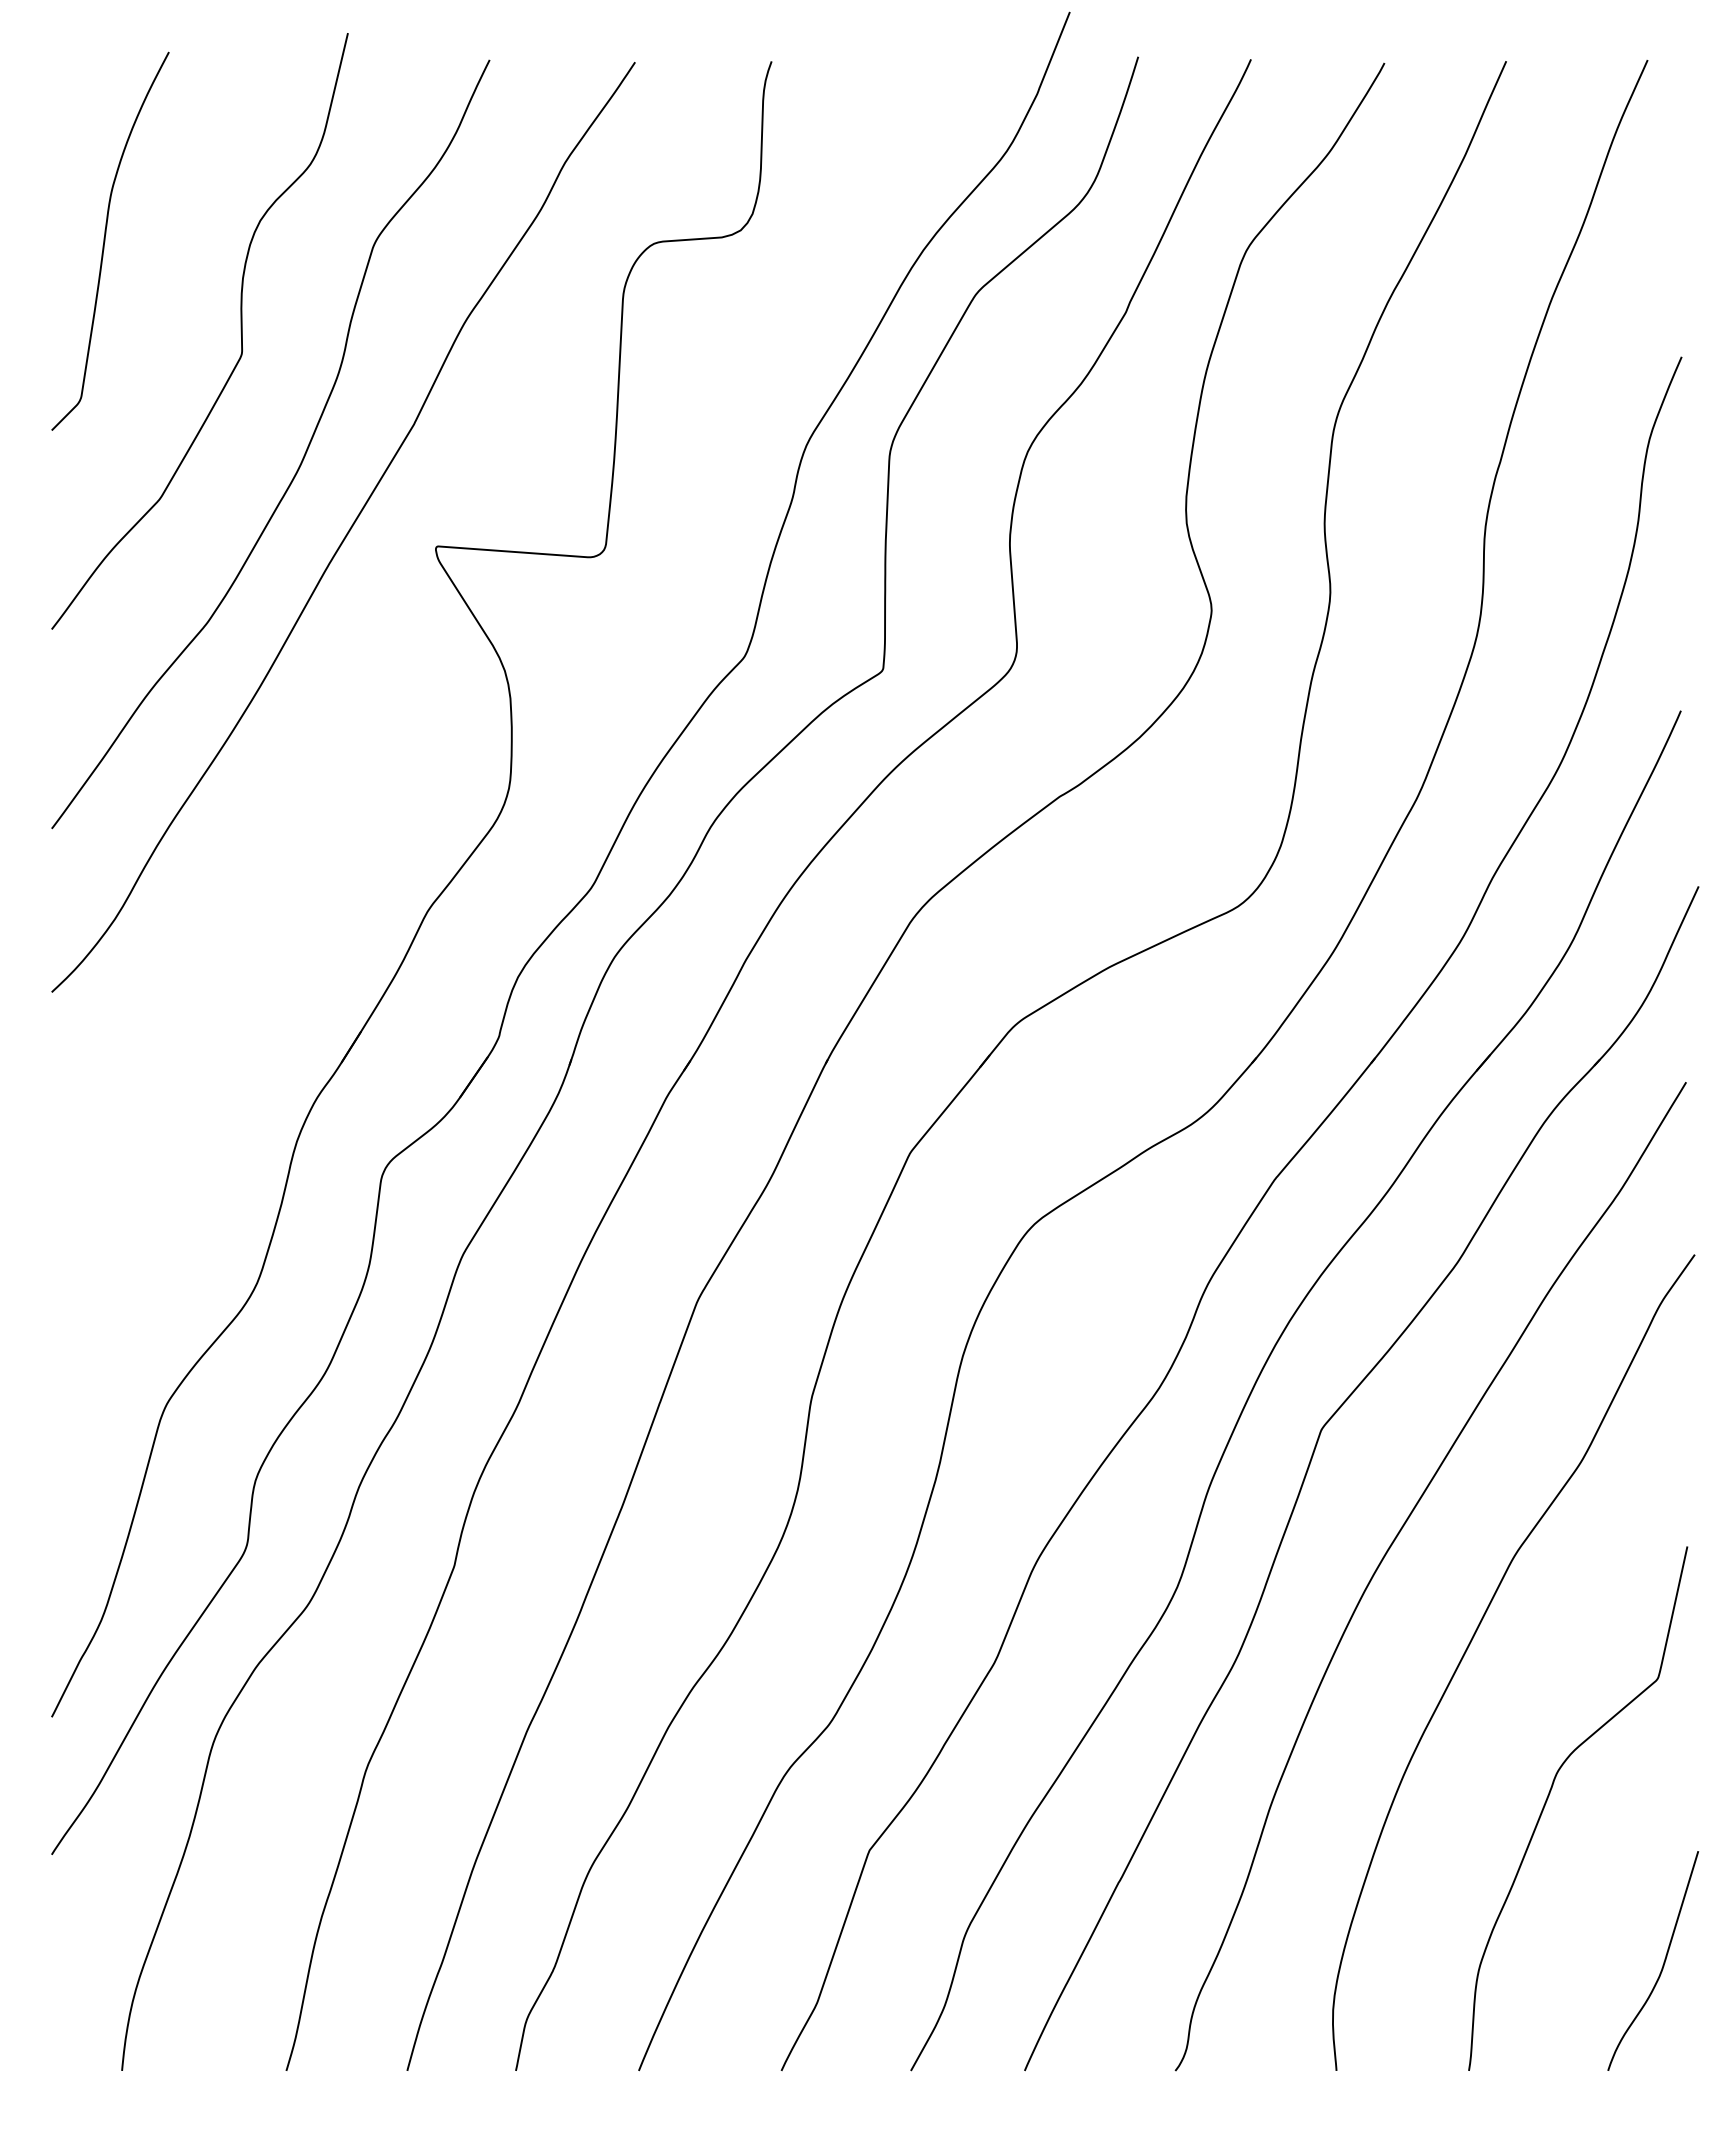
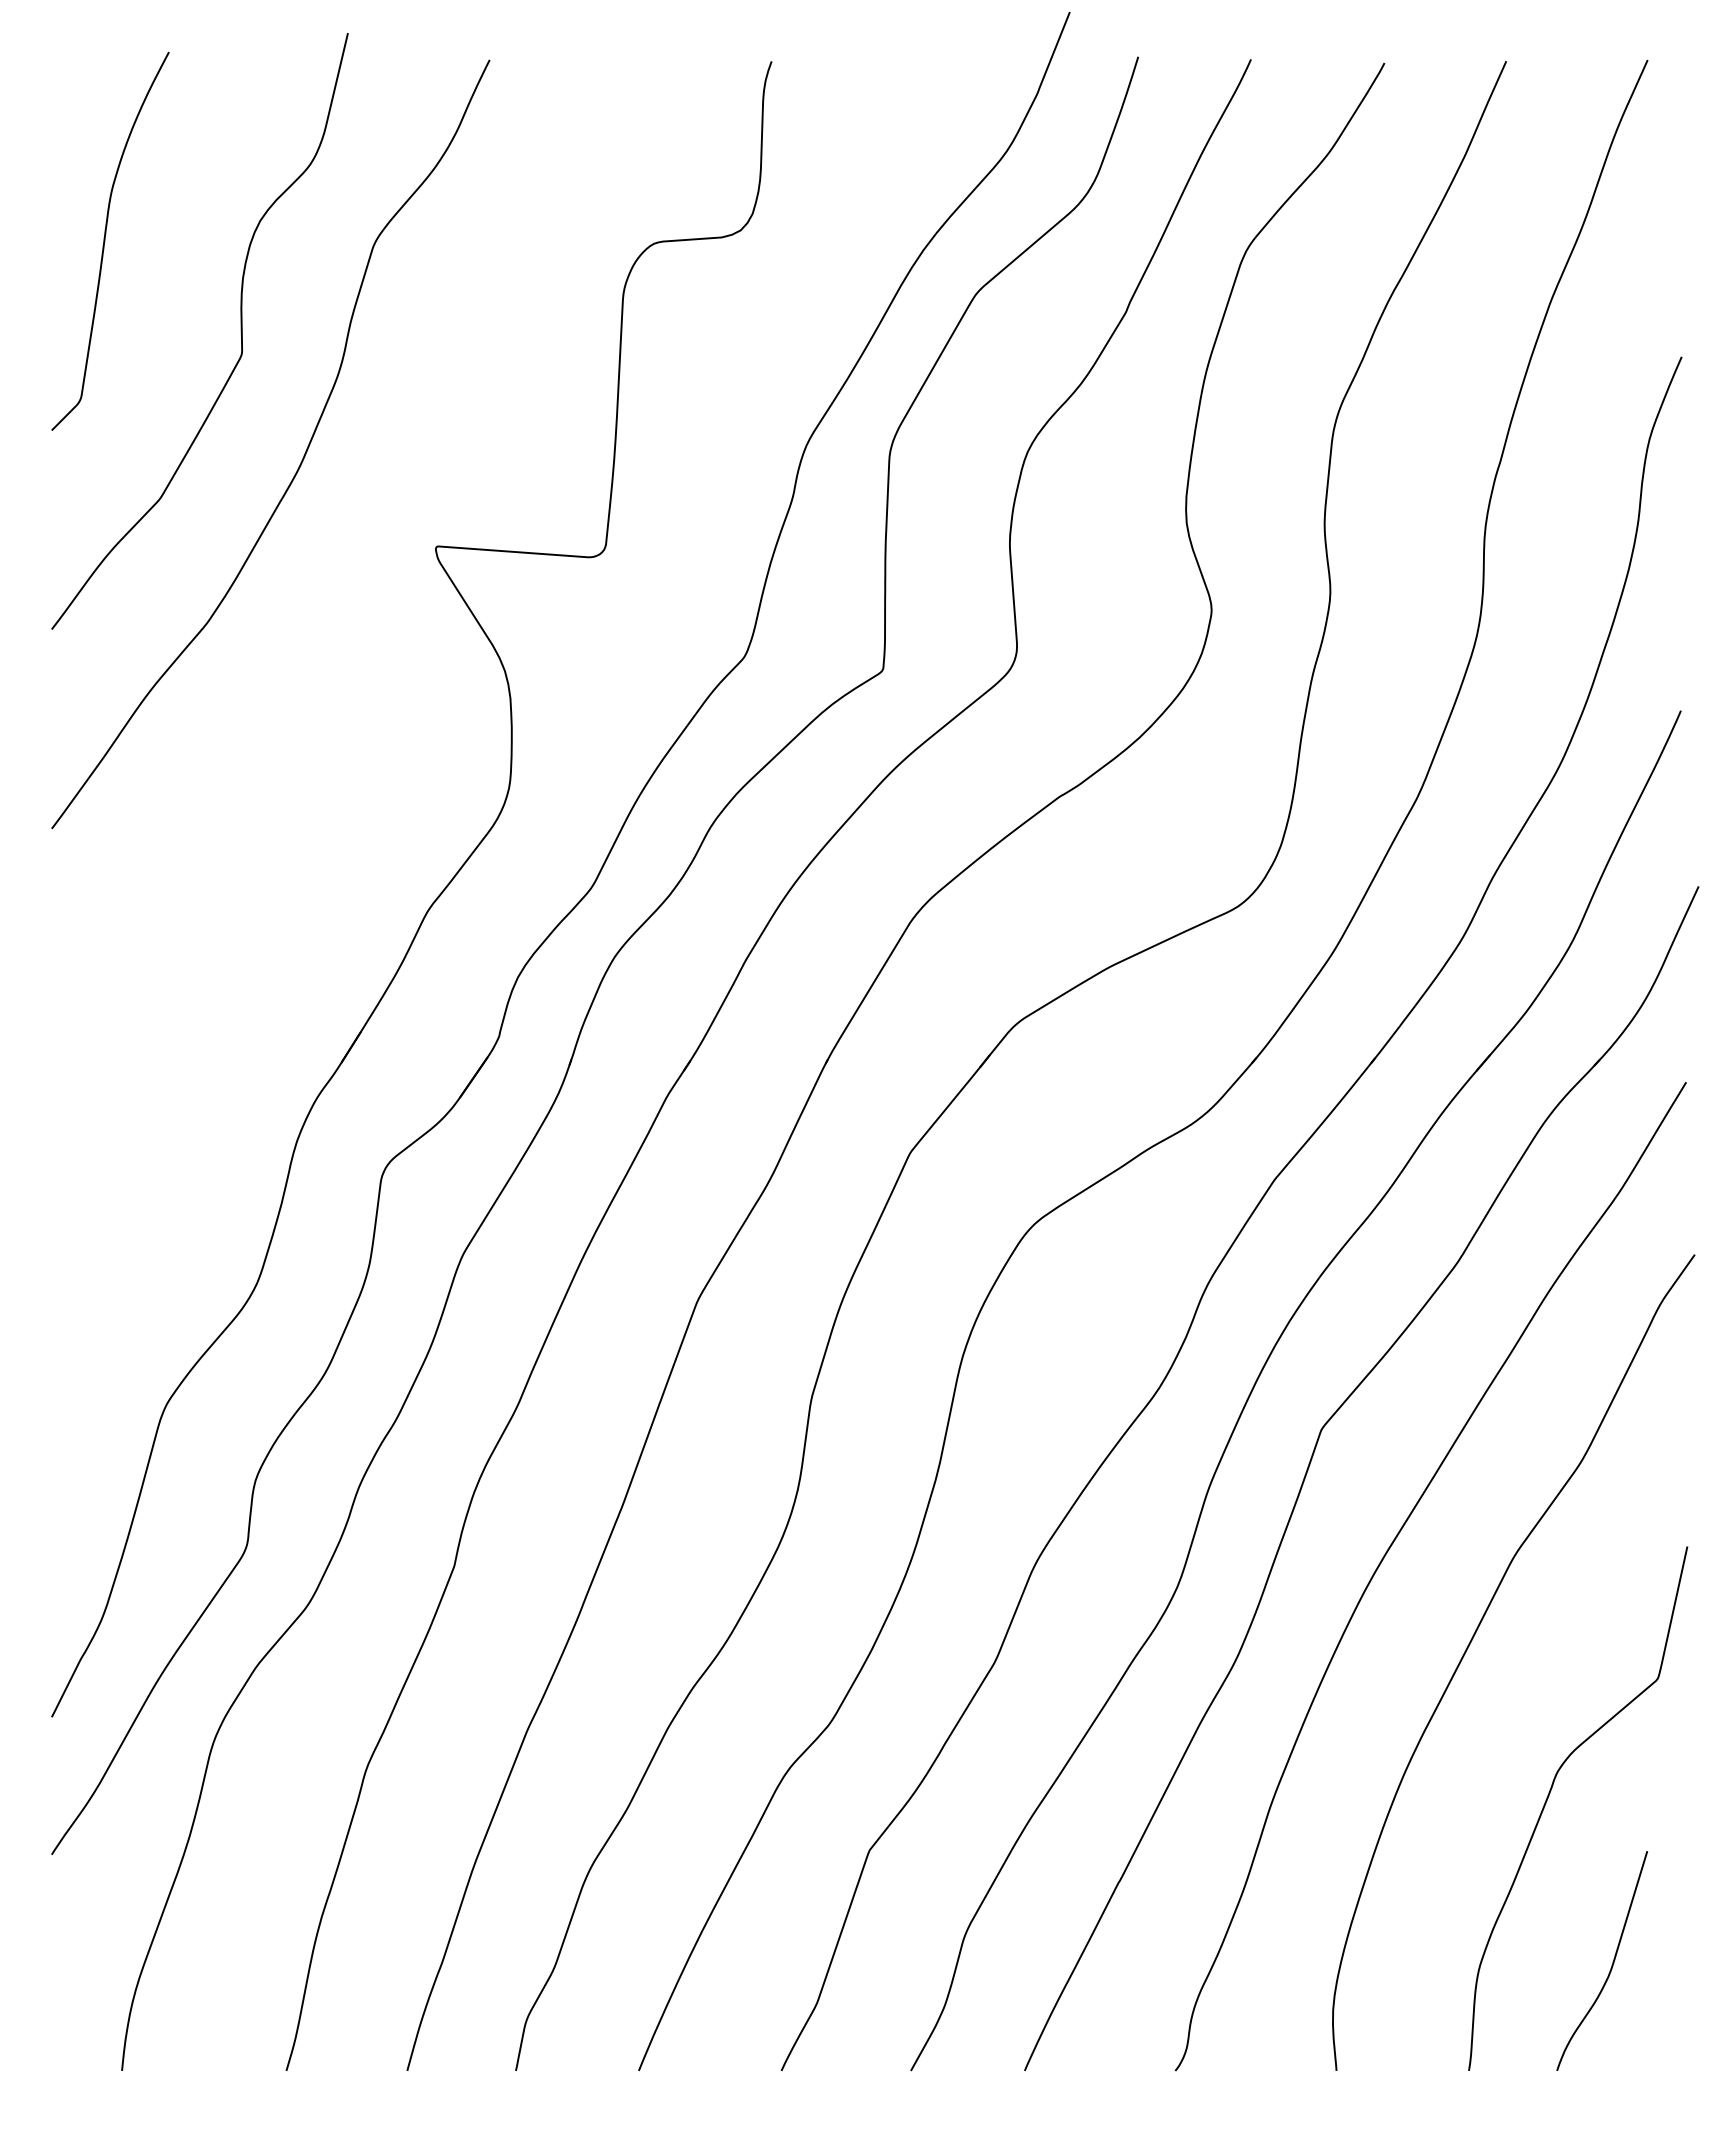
curve at (347, 531): present -> none
curve at (1663, 1961) position: (1663, 1961) -> (1612, 1961)
